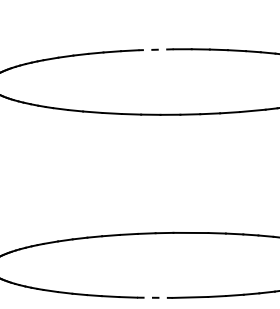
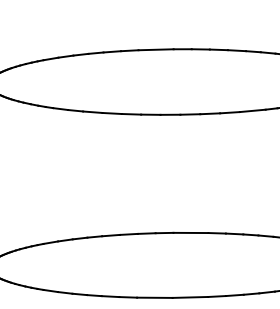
line at (156, 49): dashed -> solid
line at (154, 297): dashed -> solid
